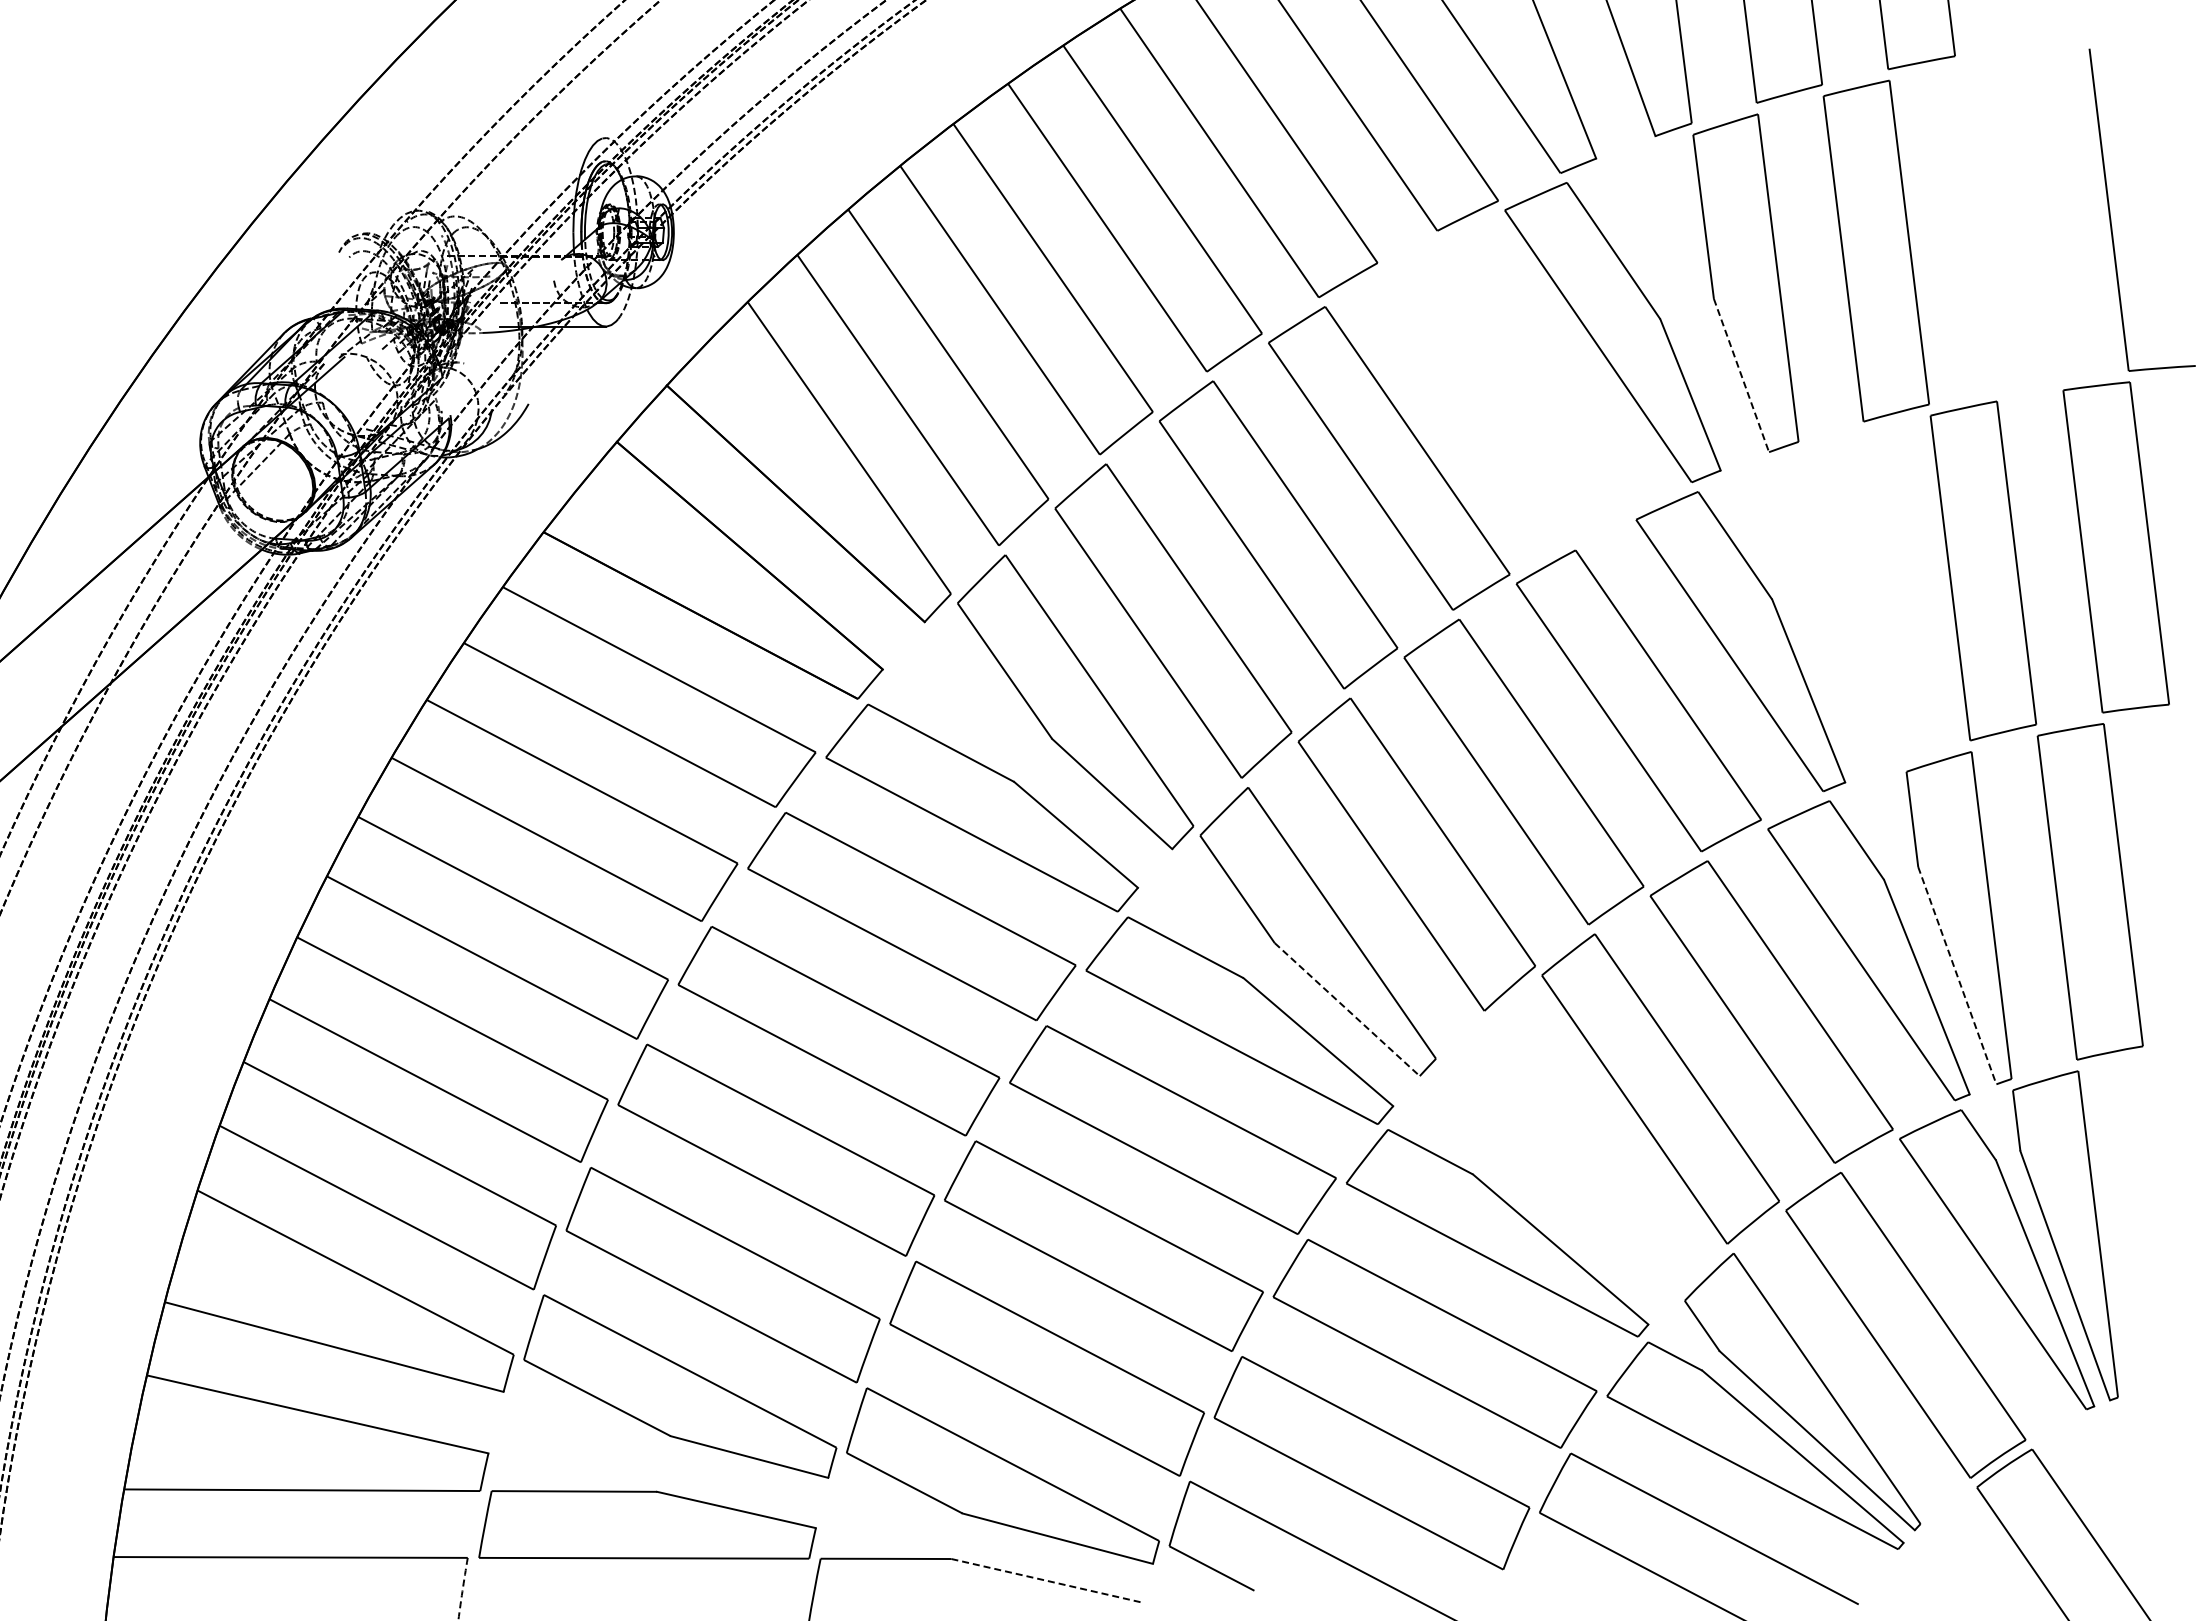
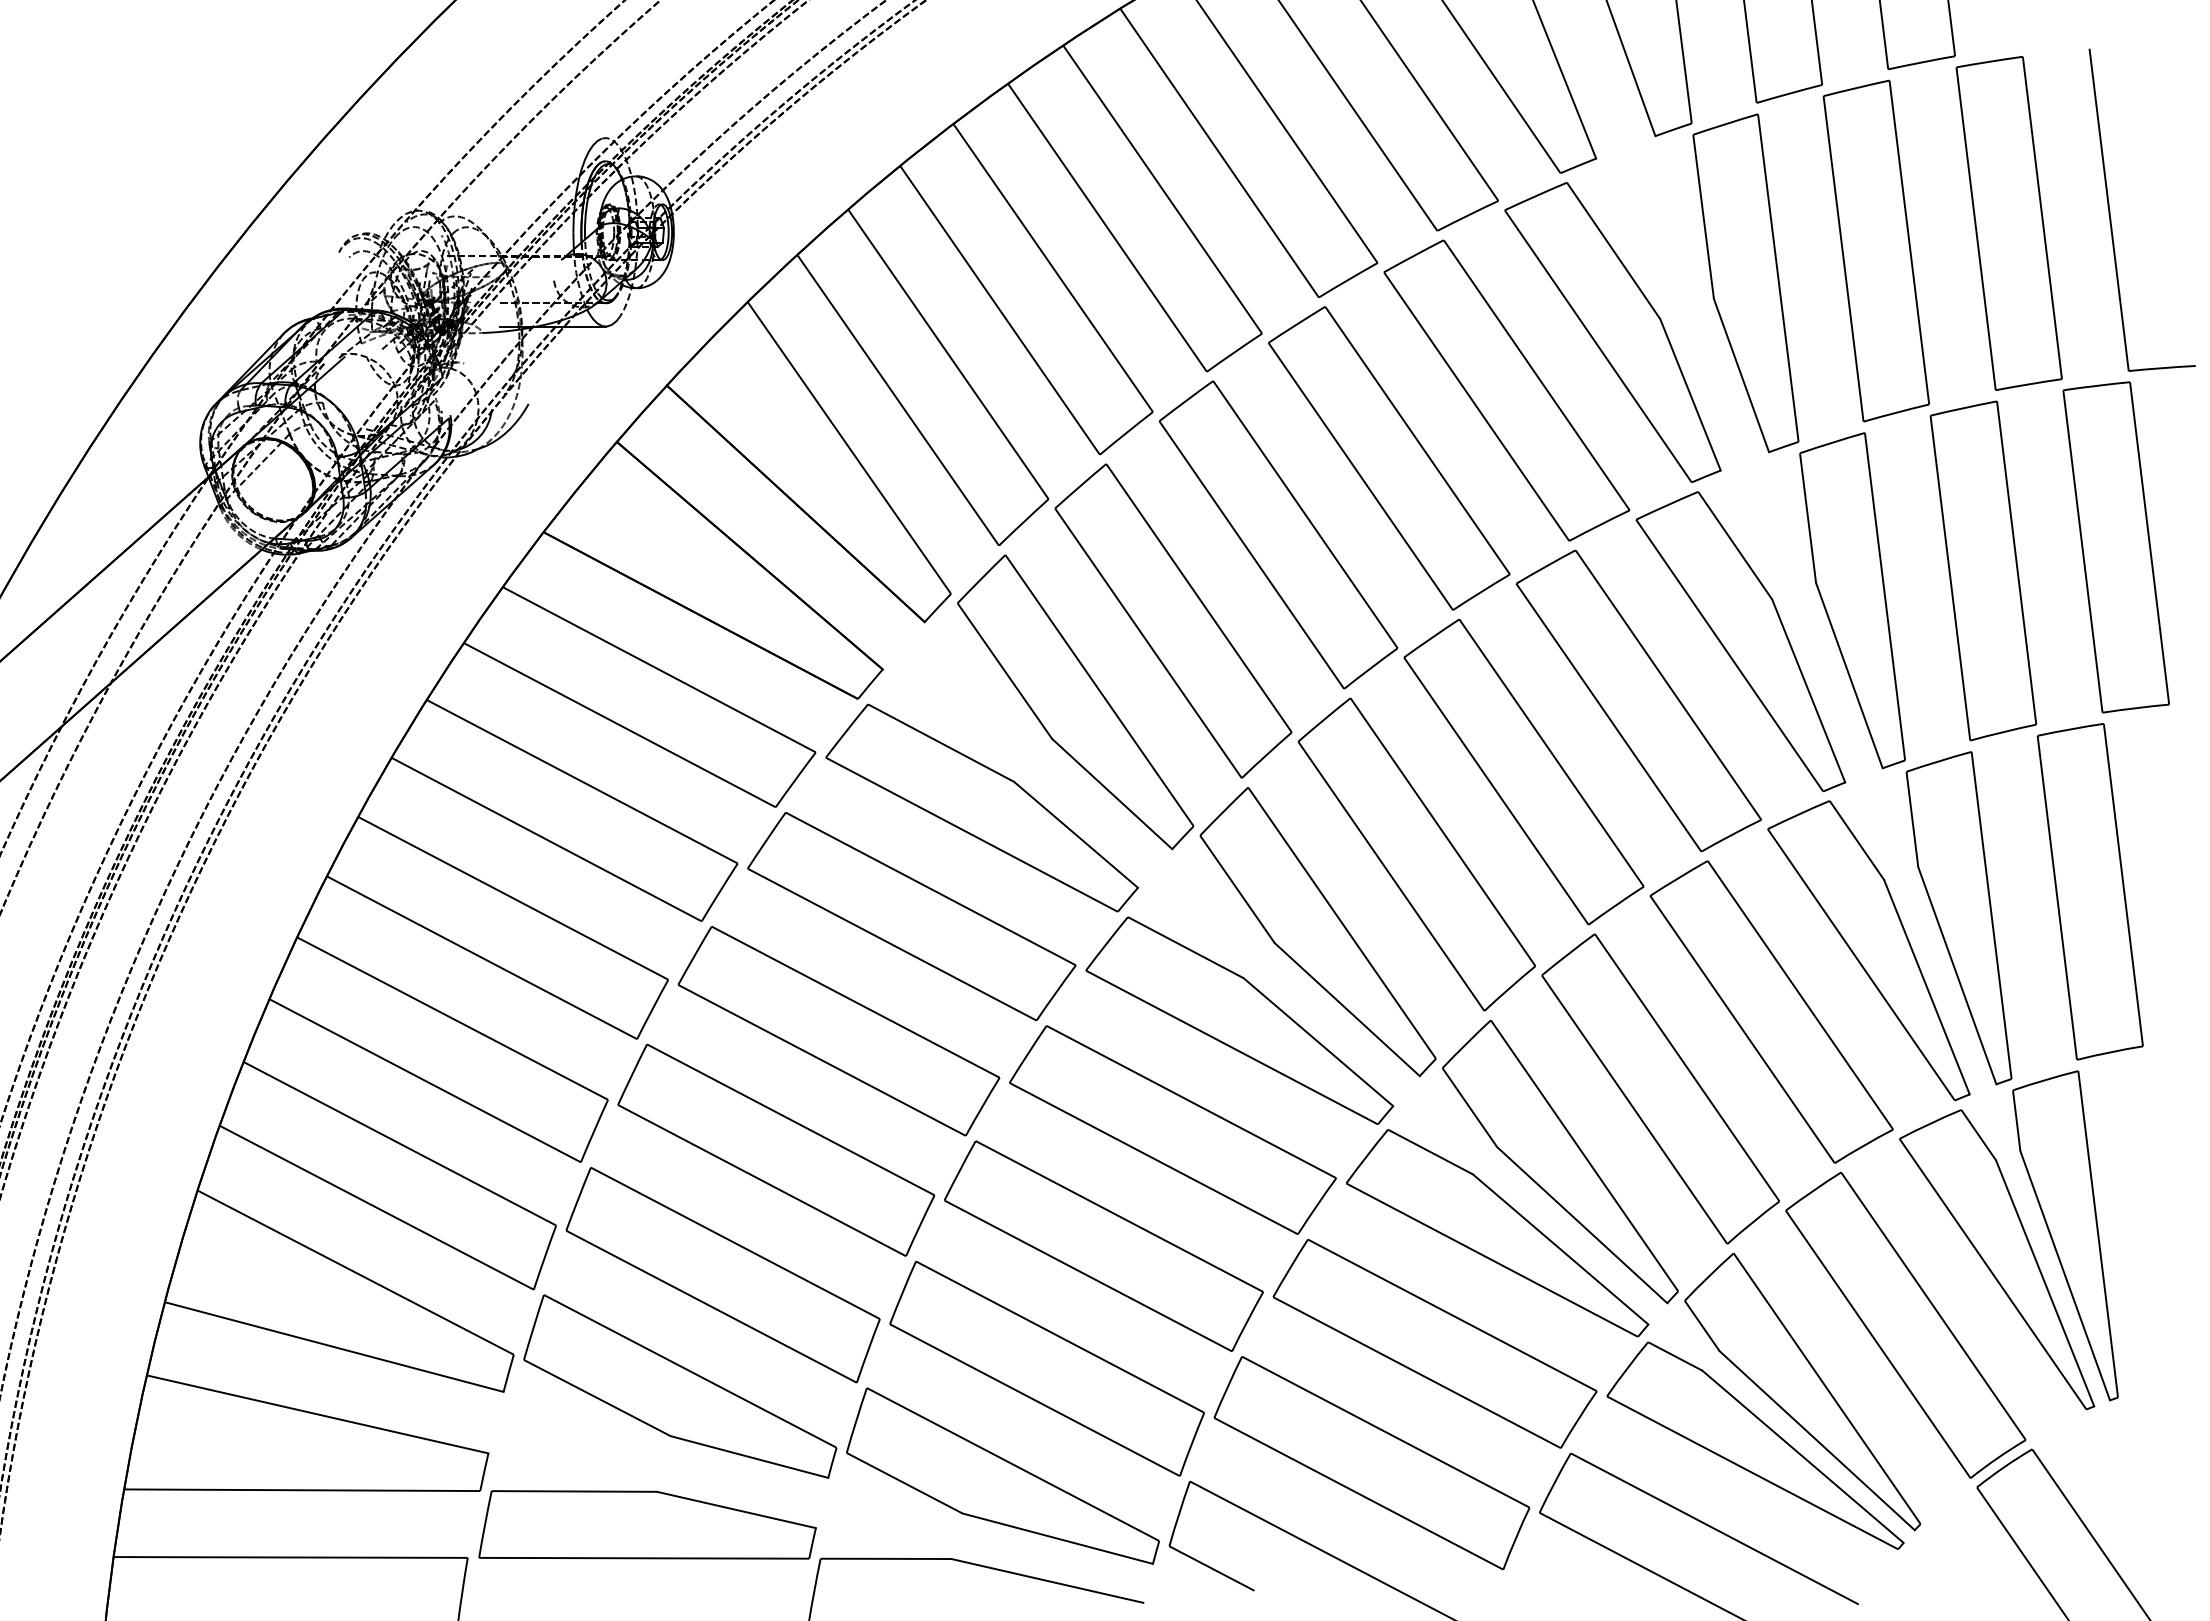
part at (2008, 223): none -> present
line at (1741, 376): dashed -> solid
part at (1506, 390): none -> present
part at (1852, 600): none -> present
line at (1957, 976): dashed -> solid
line at (1347, 1009): dashed -> solid
part at (1560, 1161): none -> present
line at (1047, 1581): dashed -> solid
arc at (462, 1589): dashed -> solid
